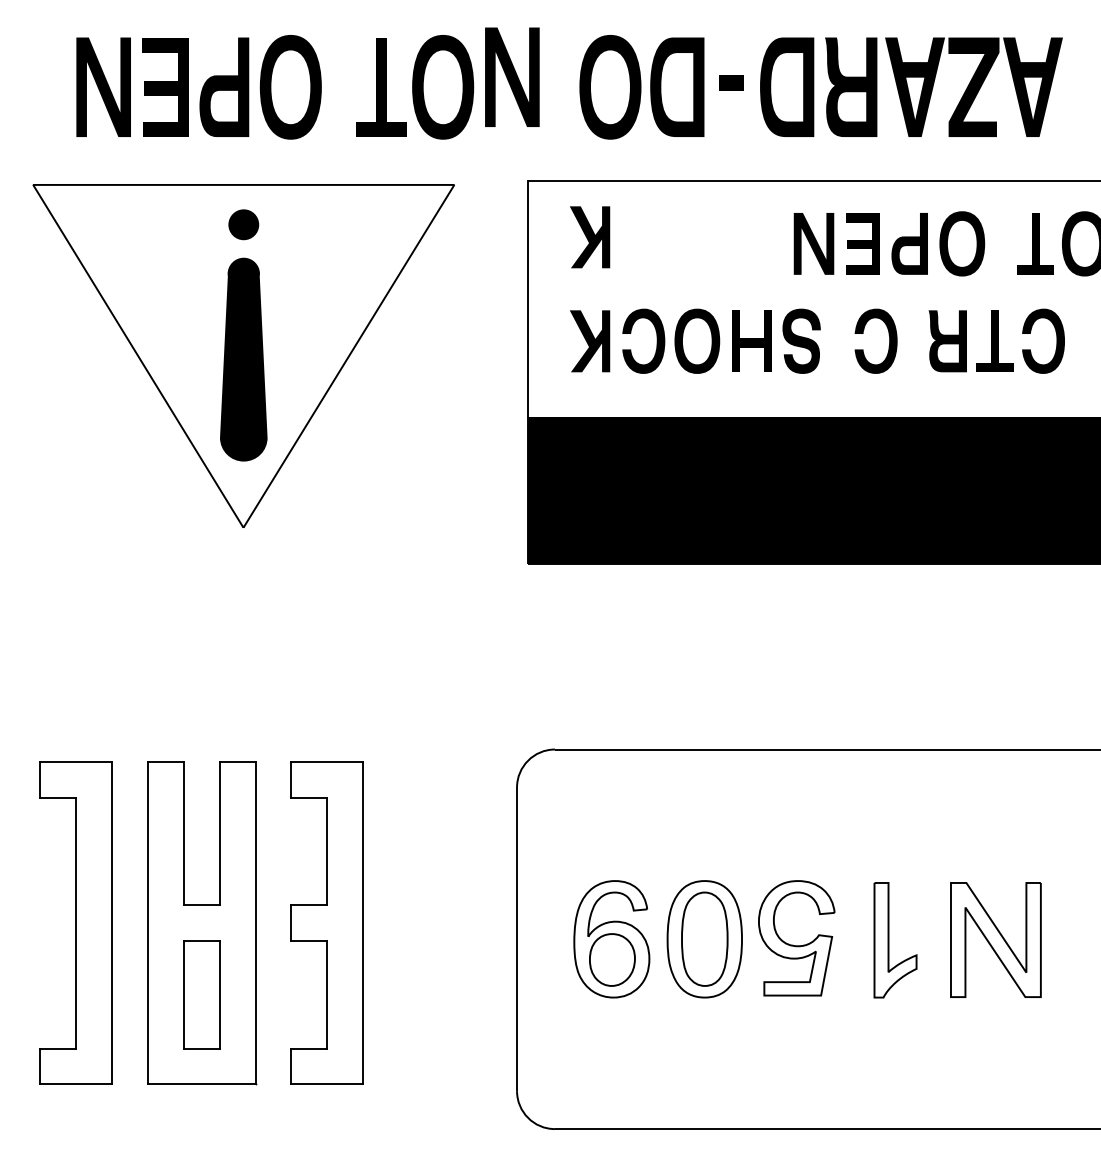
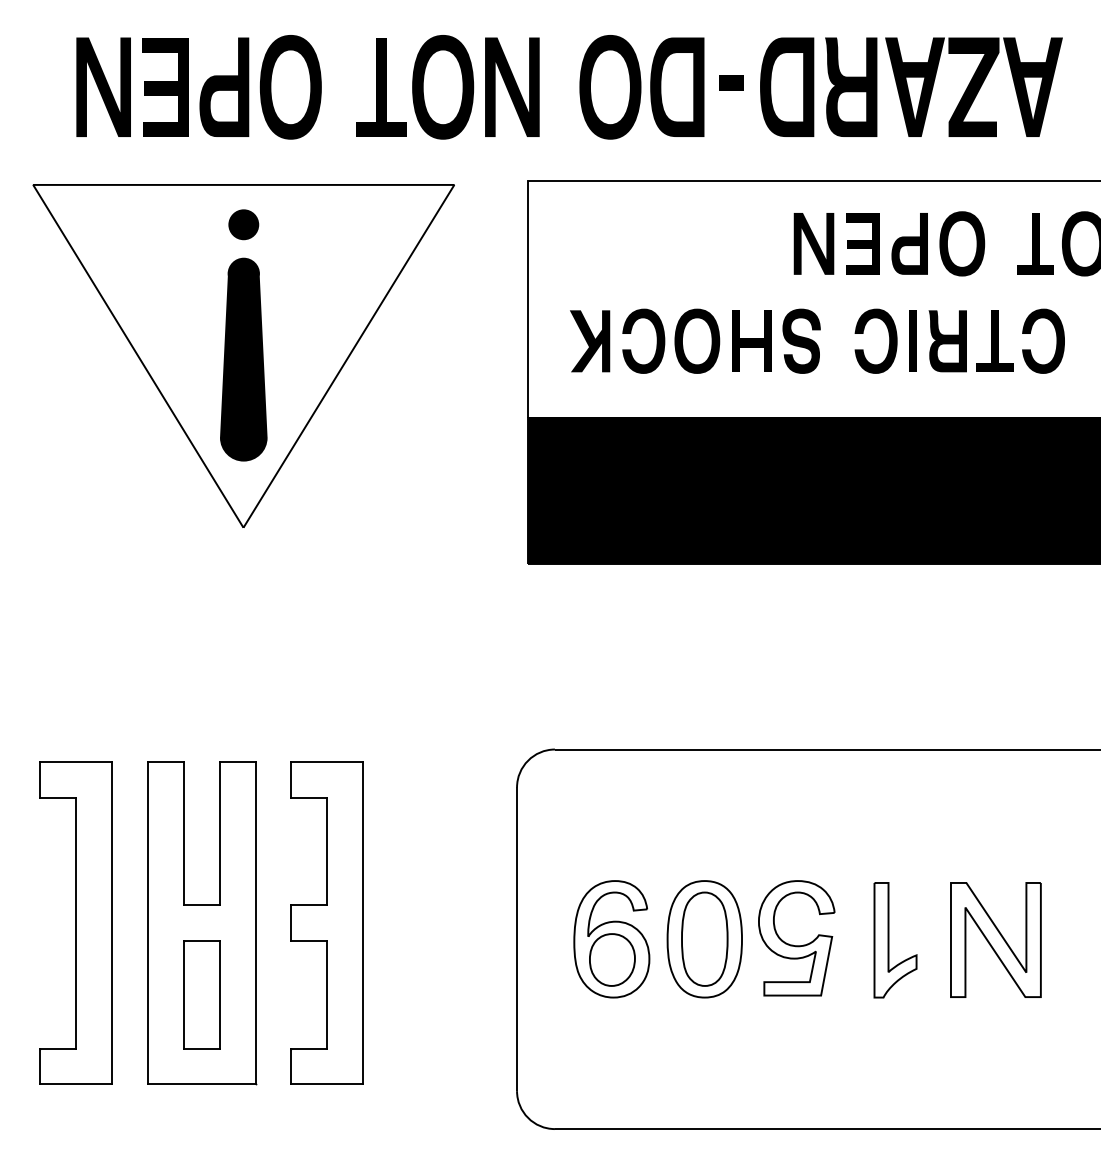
part at (512, 76) position: (512, 76) -> (512, 86)
part at (590, 237): present -> none
fill at (912, 341): none -> present
